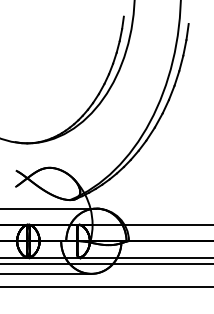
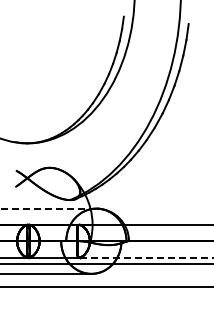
line at (48, 208): solid -> dashed
line at (146, 257): solid -> dashed
